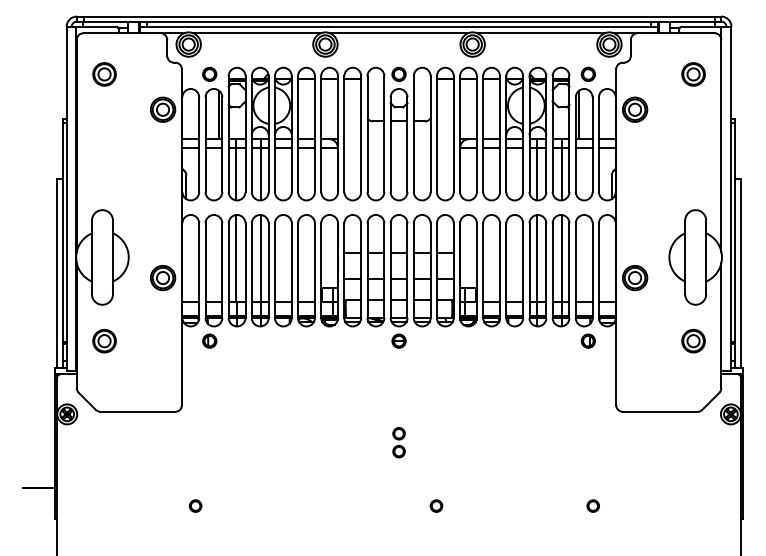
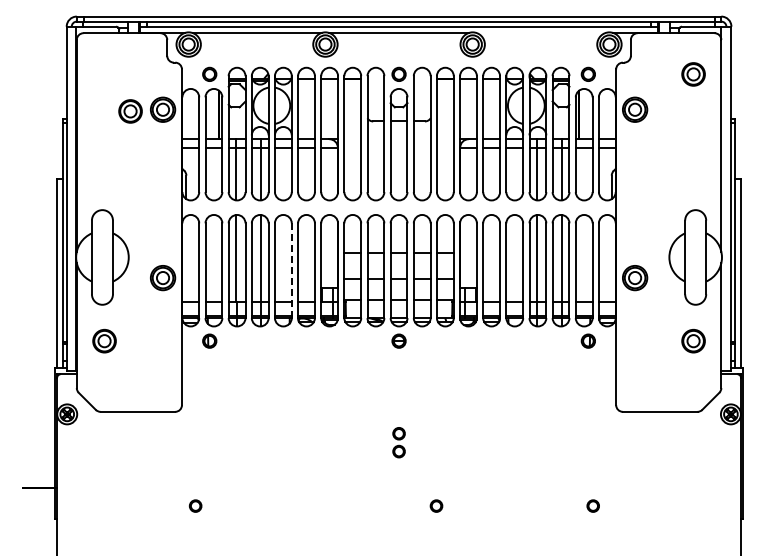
line at (540, 33): present -> none
part at (104, 74) position: (104, 74) -> (130, 111)
line at (291, 271): solid -> dashed
